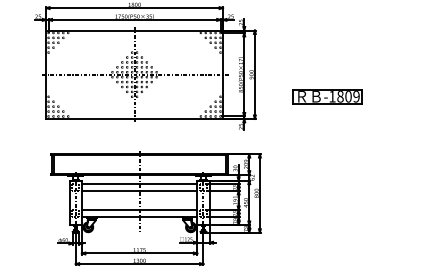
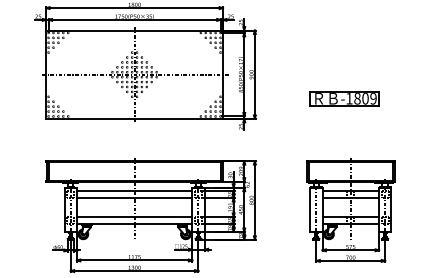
part at (327, 96) position: (327, 96) -> (344, 98)
part at (155, 208) position: (155, 208) -> (150, 215)
part at (350, 210): none -> present
